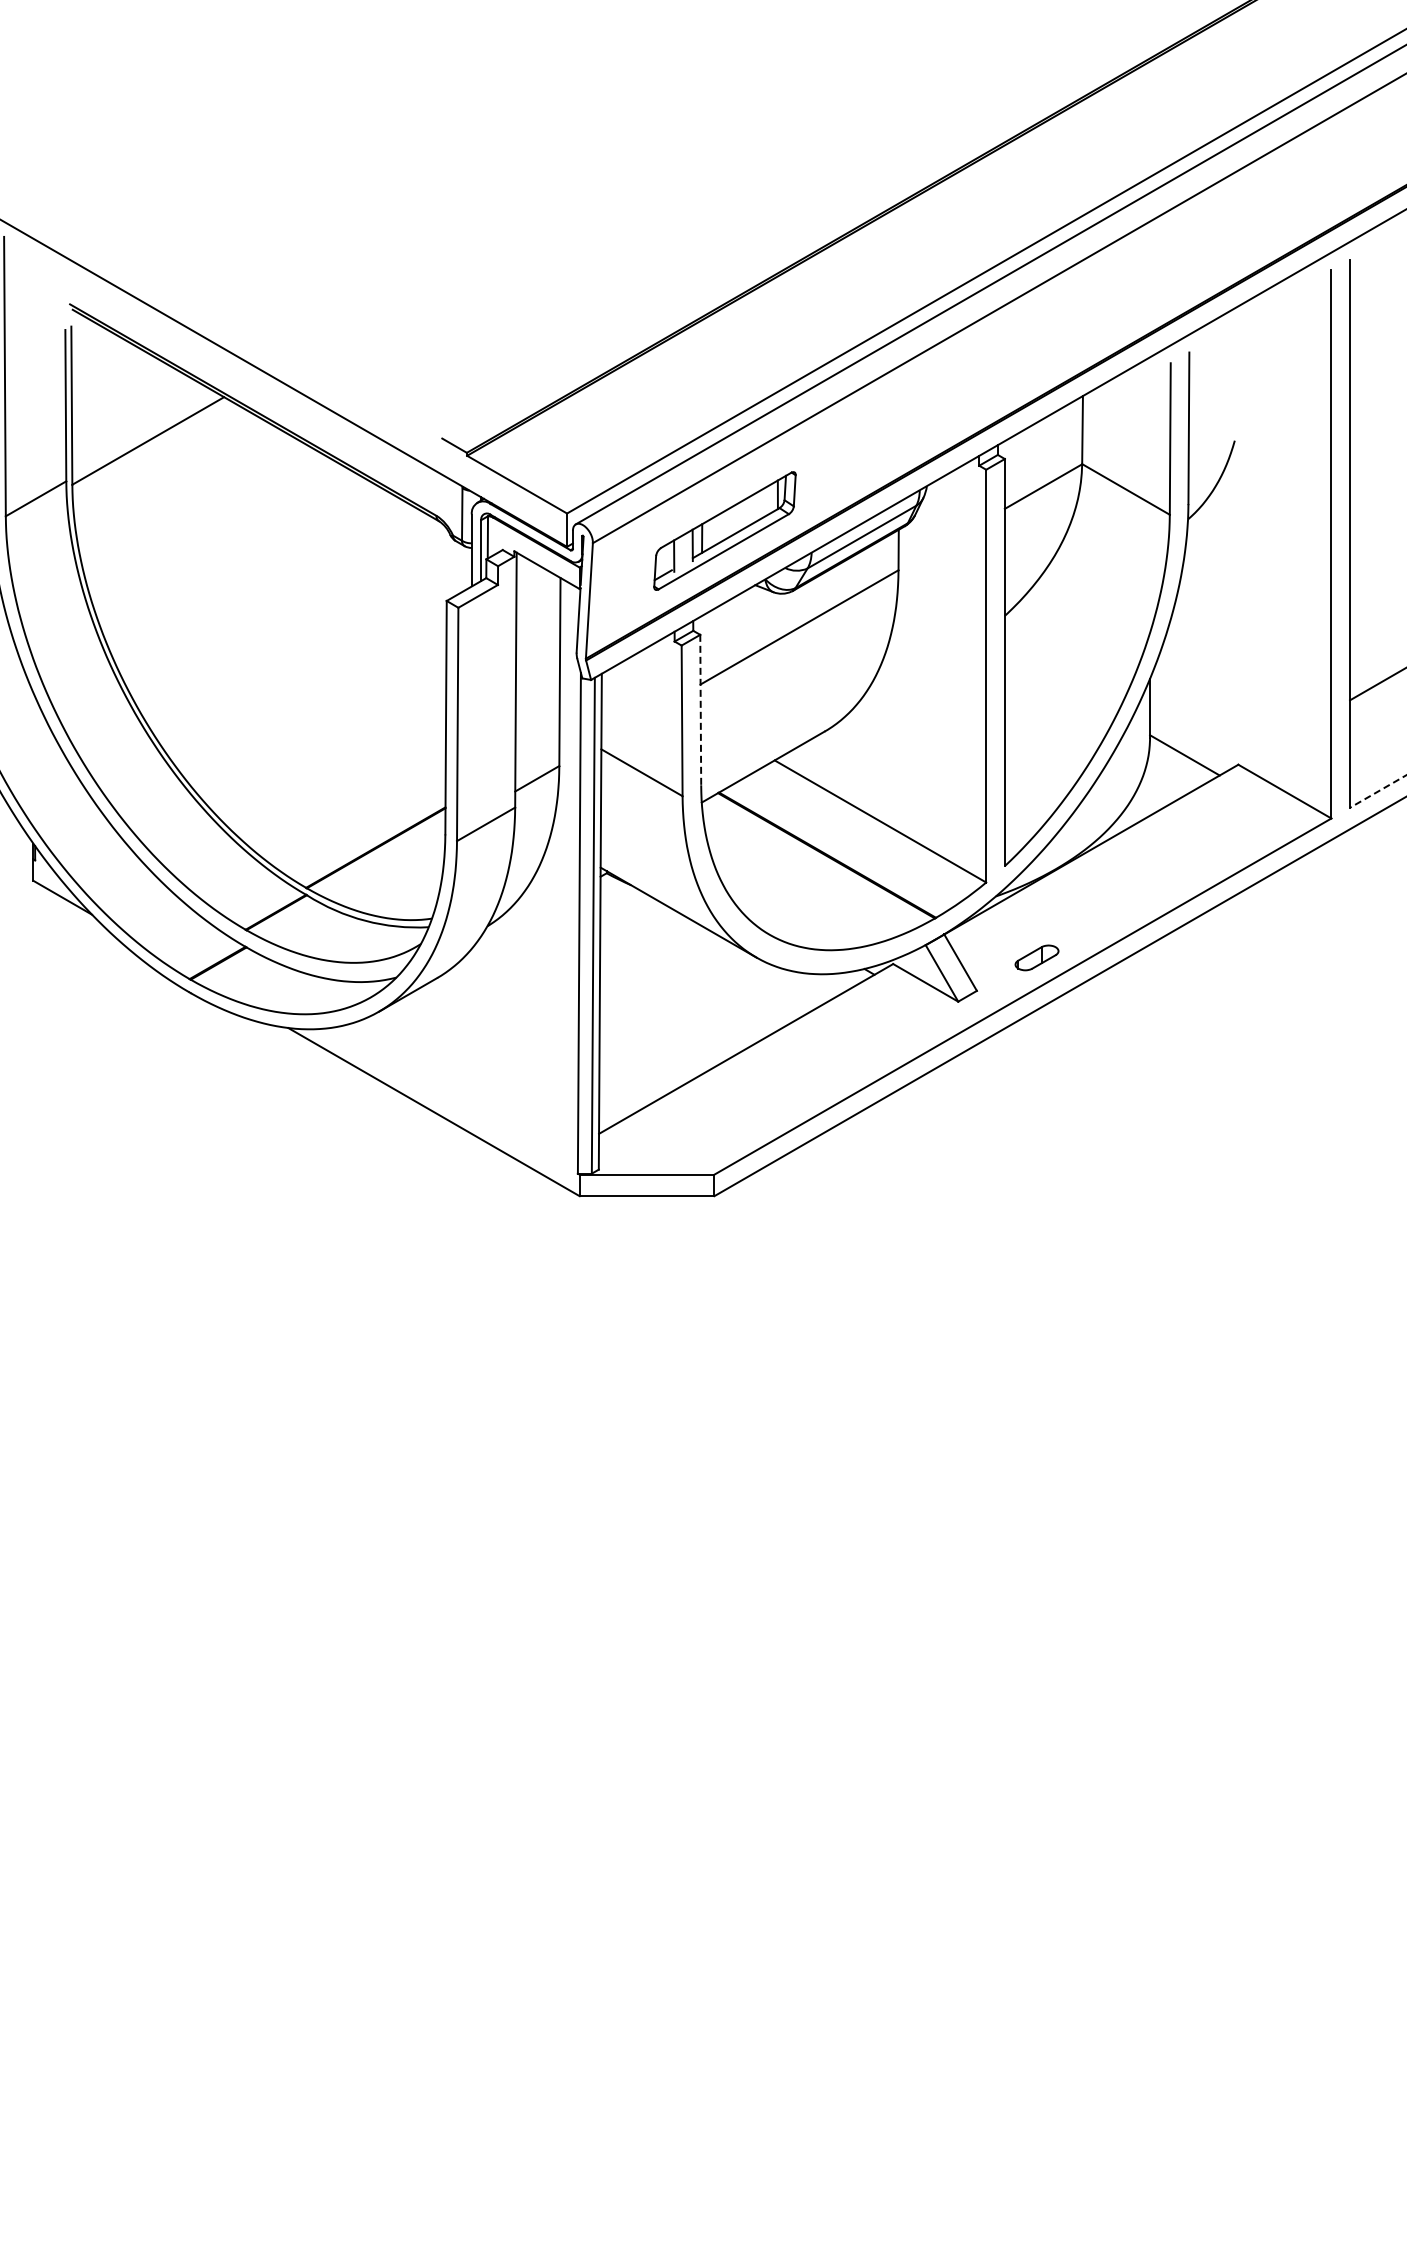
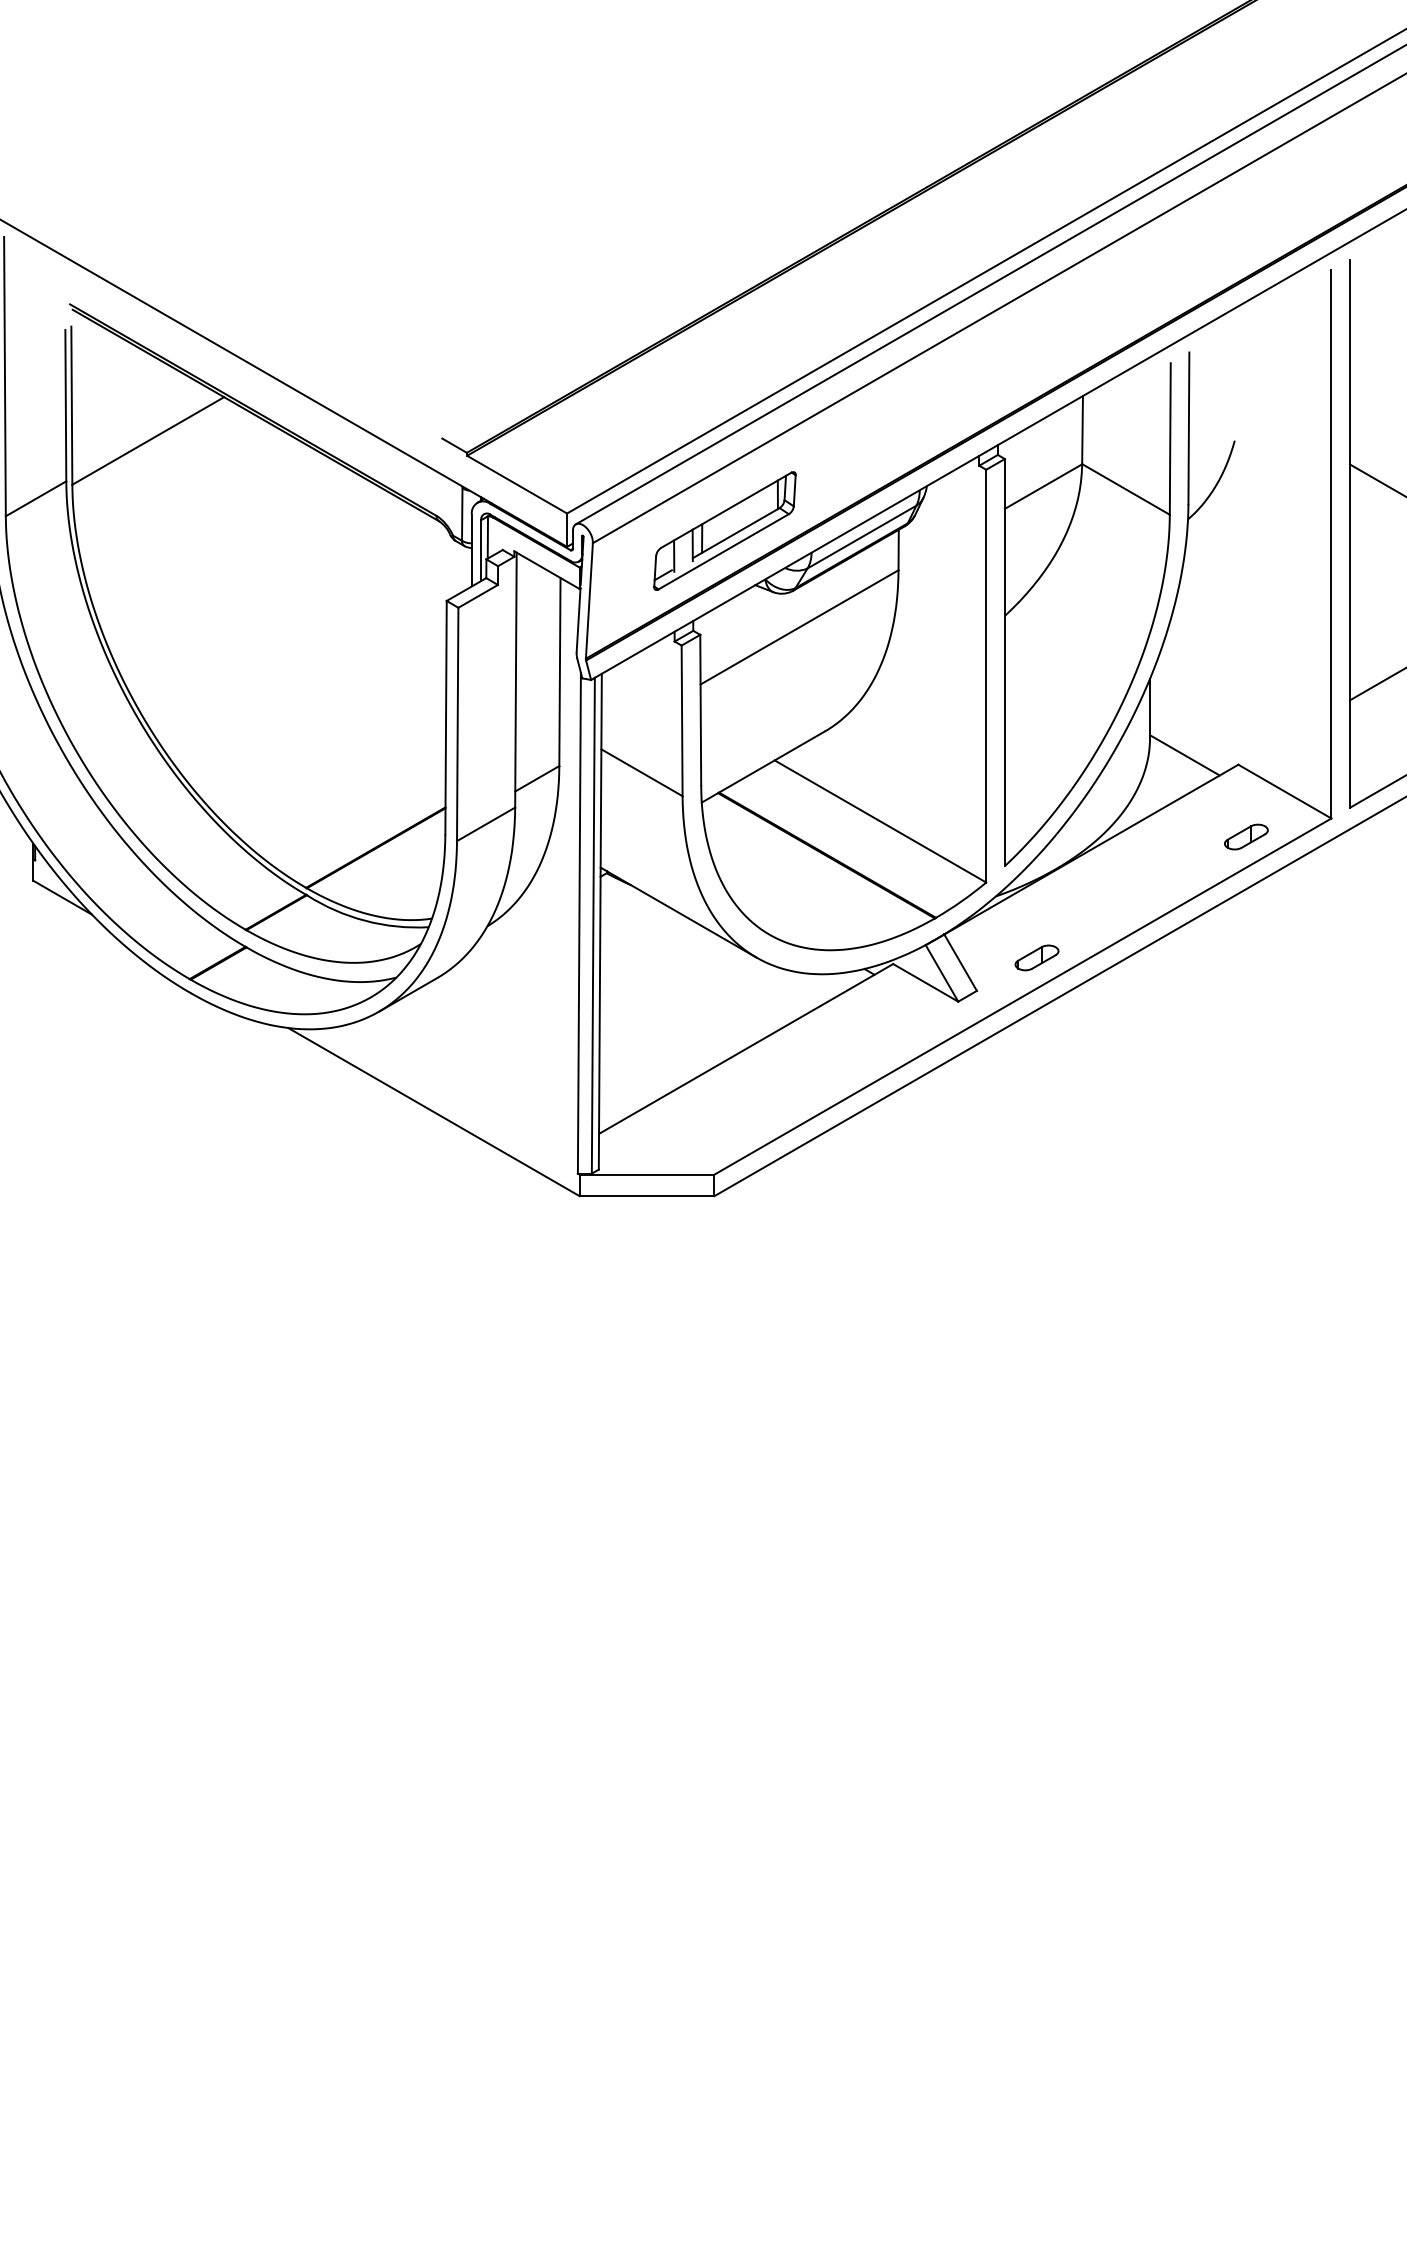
line at (1376, 479): none -> present
line at (700, 710): dashed -> solid
line at (1377, 791): dashed -> solid
part at (1246, 836): none -> present
